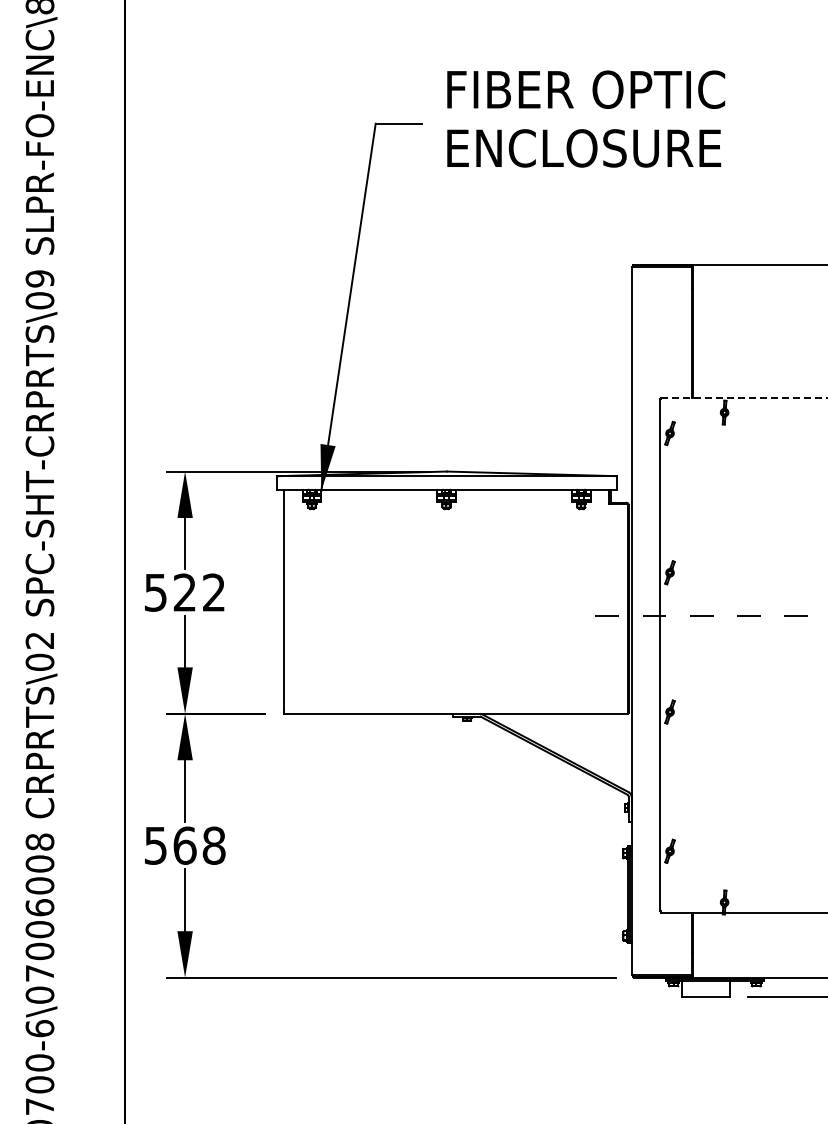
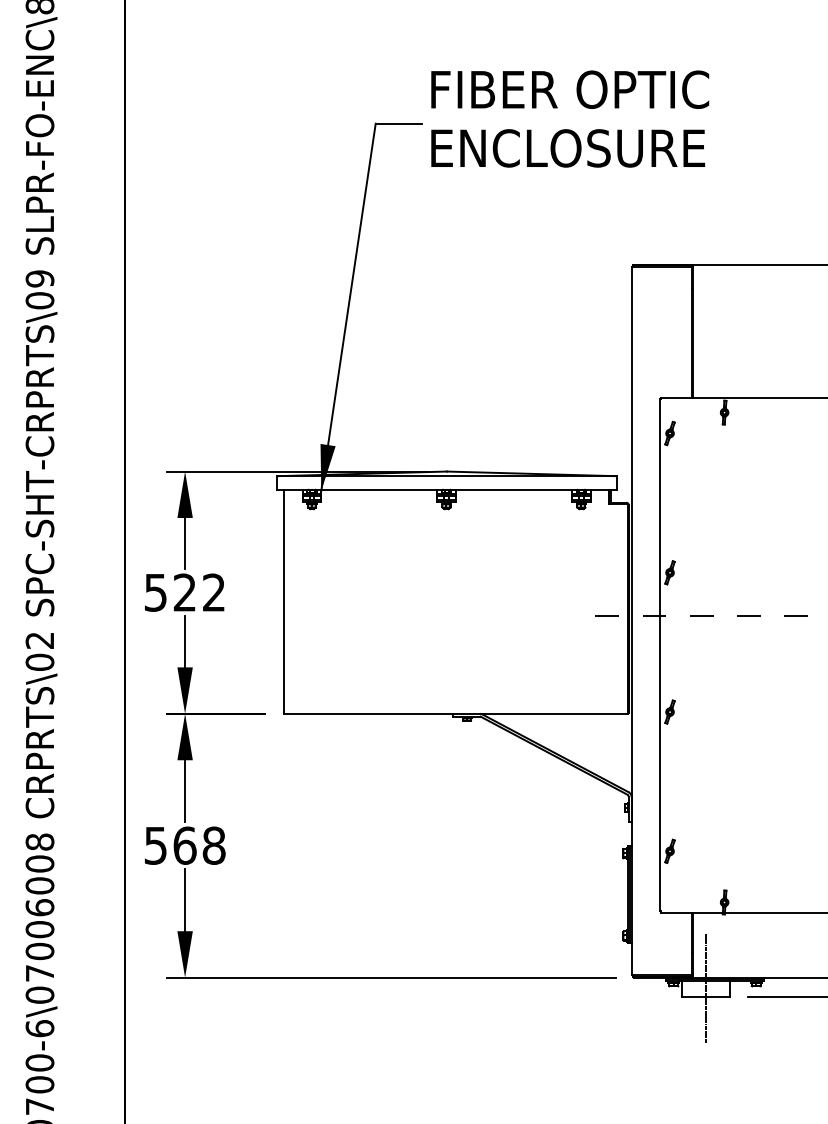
text at (586, 118) position: (586, 118) -> (570, 118)
line at (744, 397): dashed -> solid
line at (705, 987): none -> present
